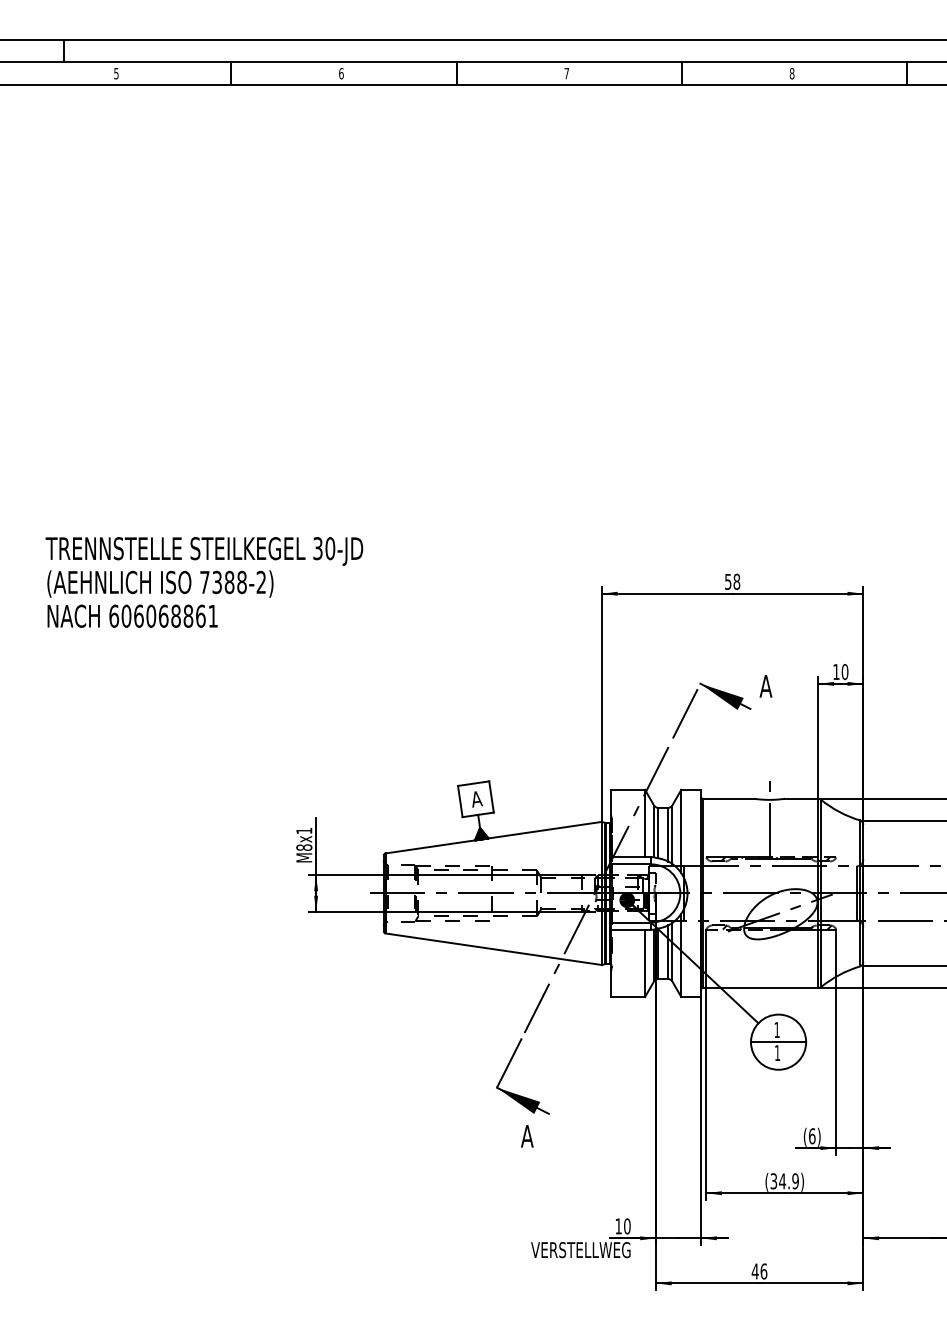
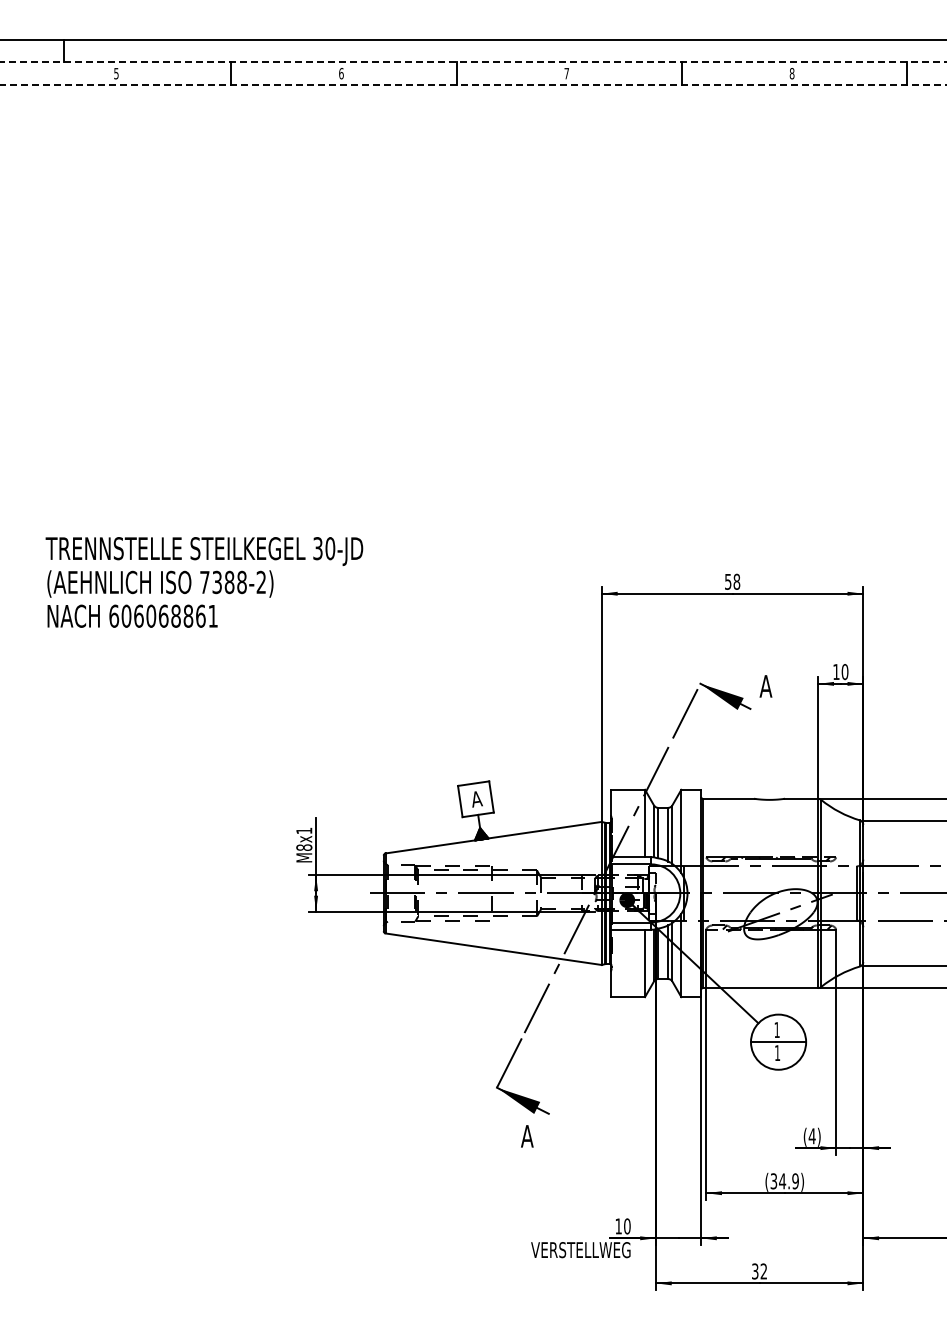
line at (474, 62): solid -> dashed
line at (473, 84): solid -> dashed
line at (769, 818): present -> none
text at (811, 1136): (6) -> (4)
text at (759, 1271): 46 -> 32
